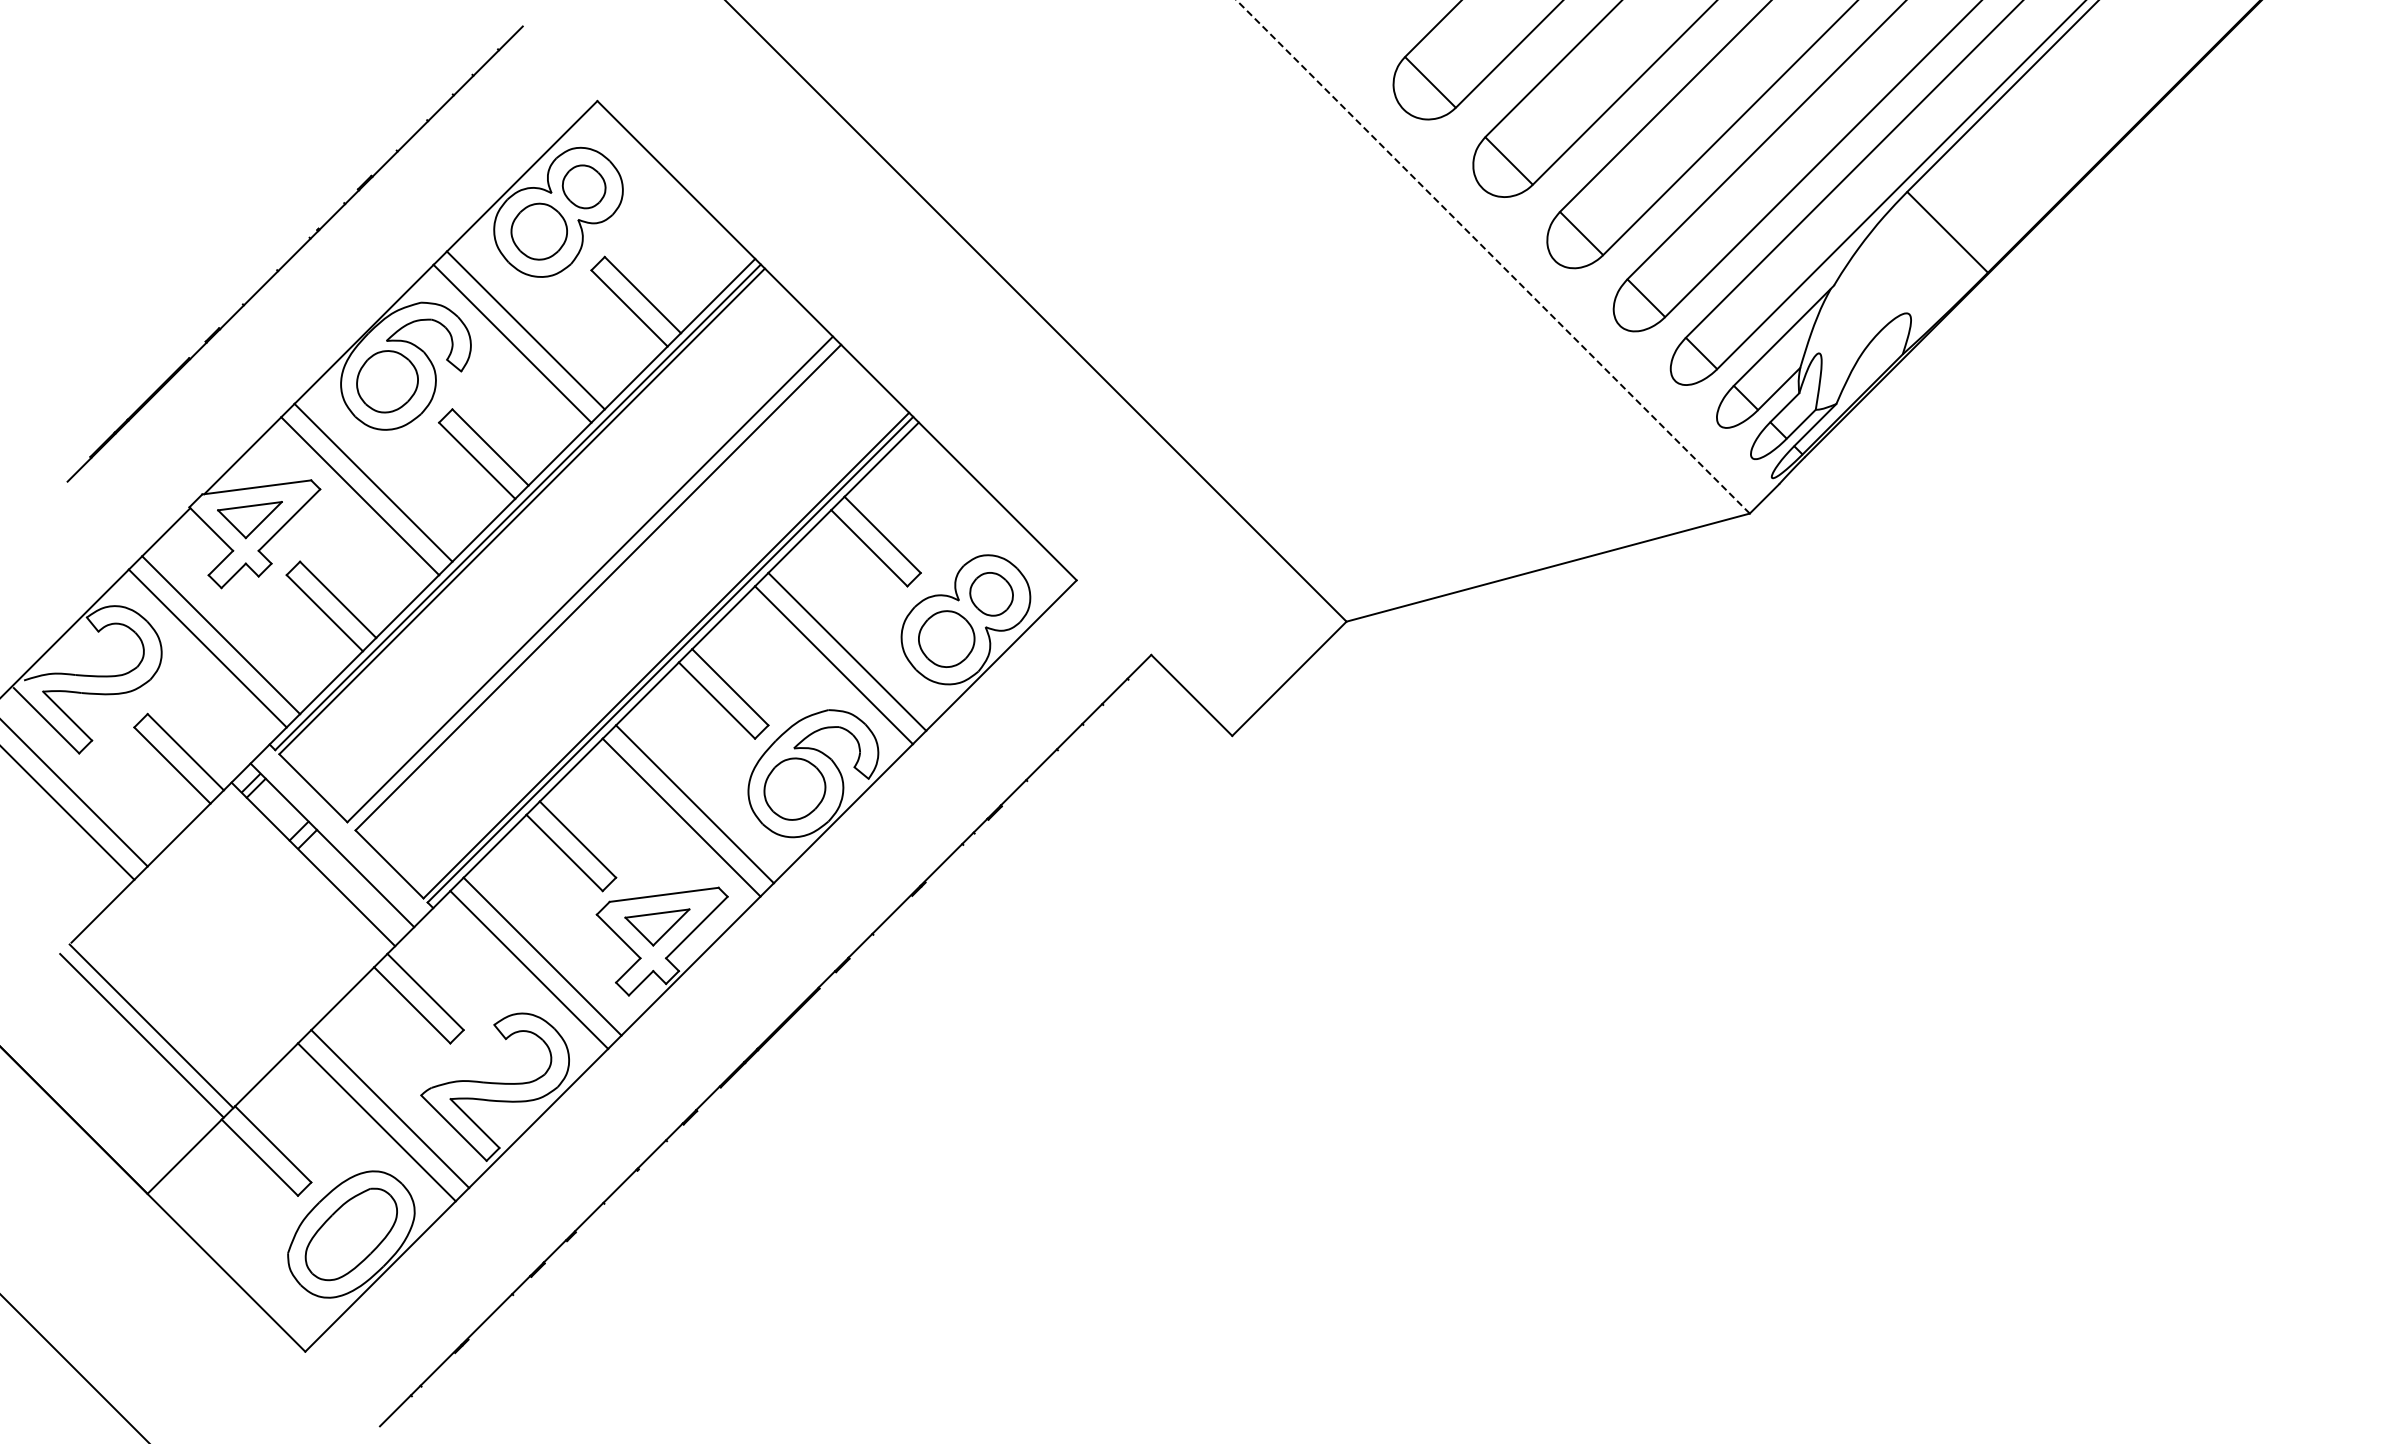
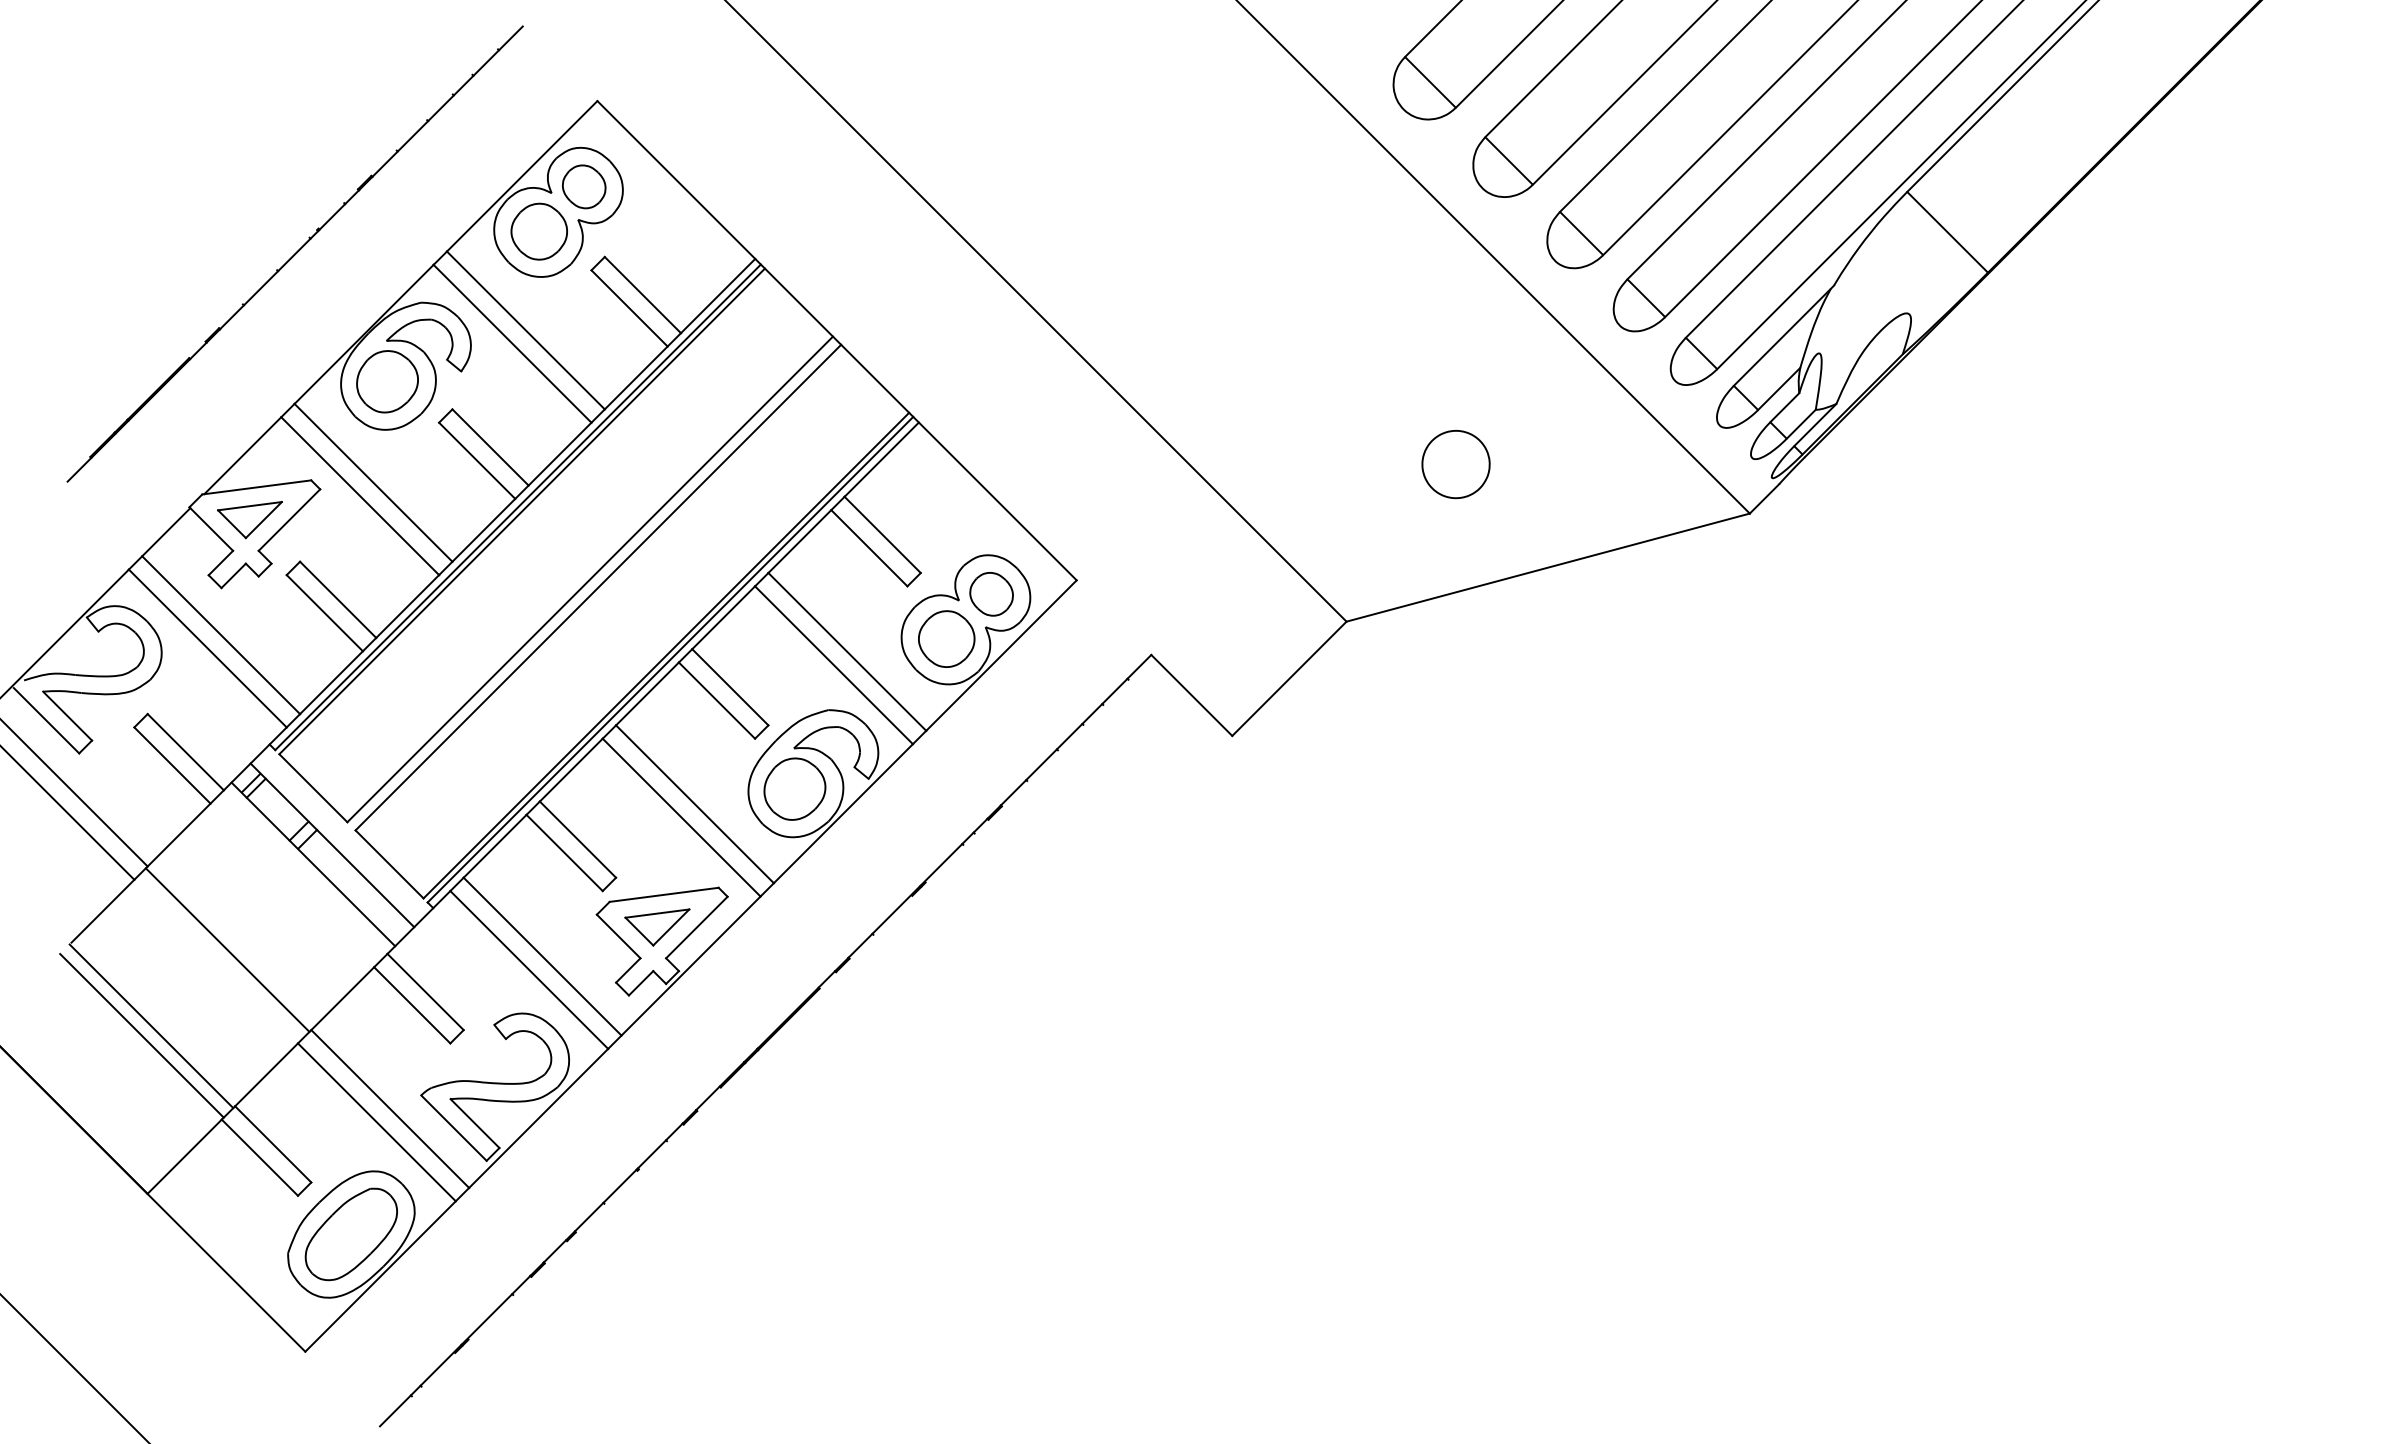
line at (1493, 257): dashed -> solid
part at (1455, 464): none -> present
line at (227, 949): none -> present
